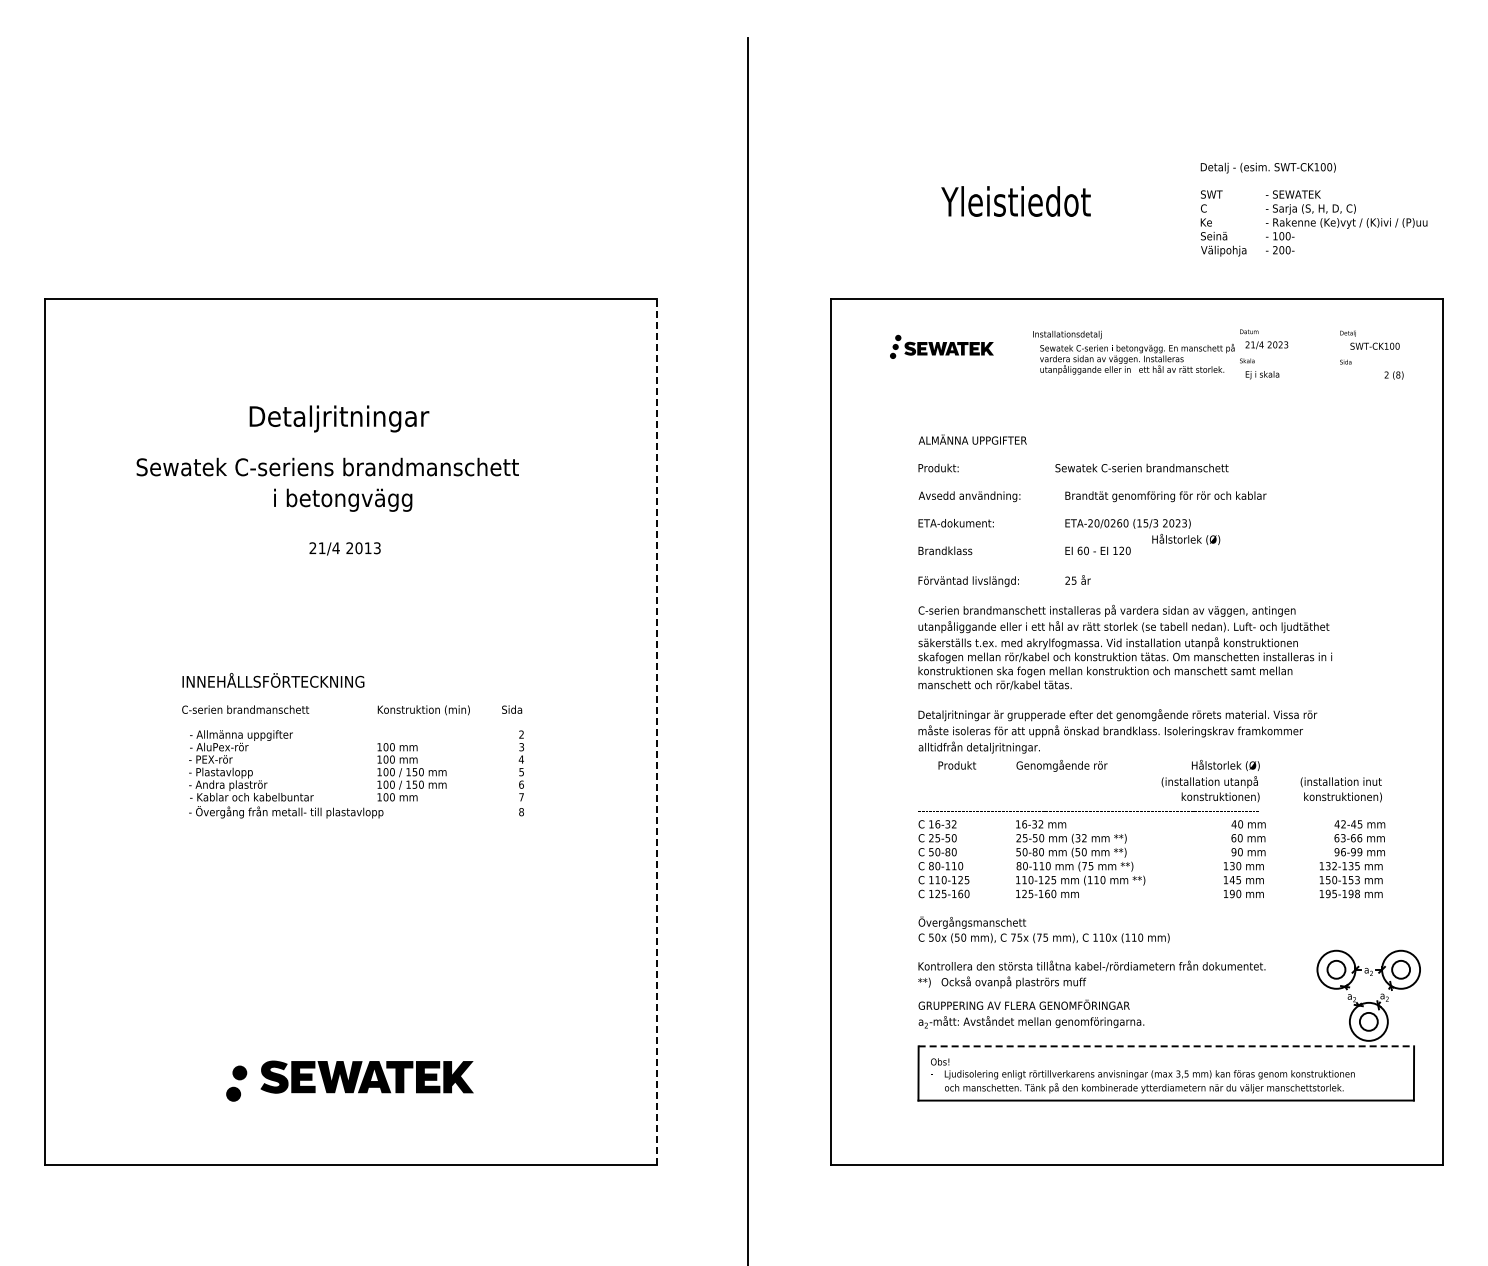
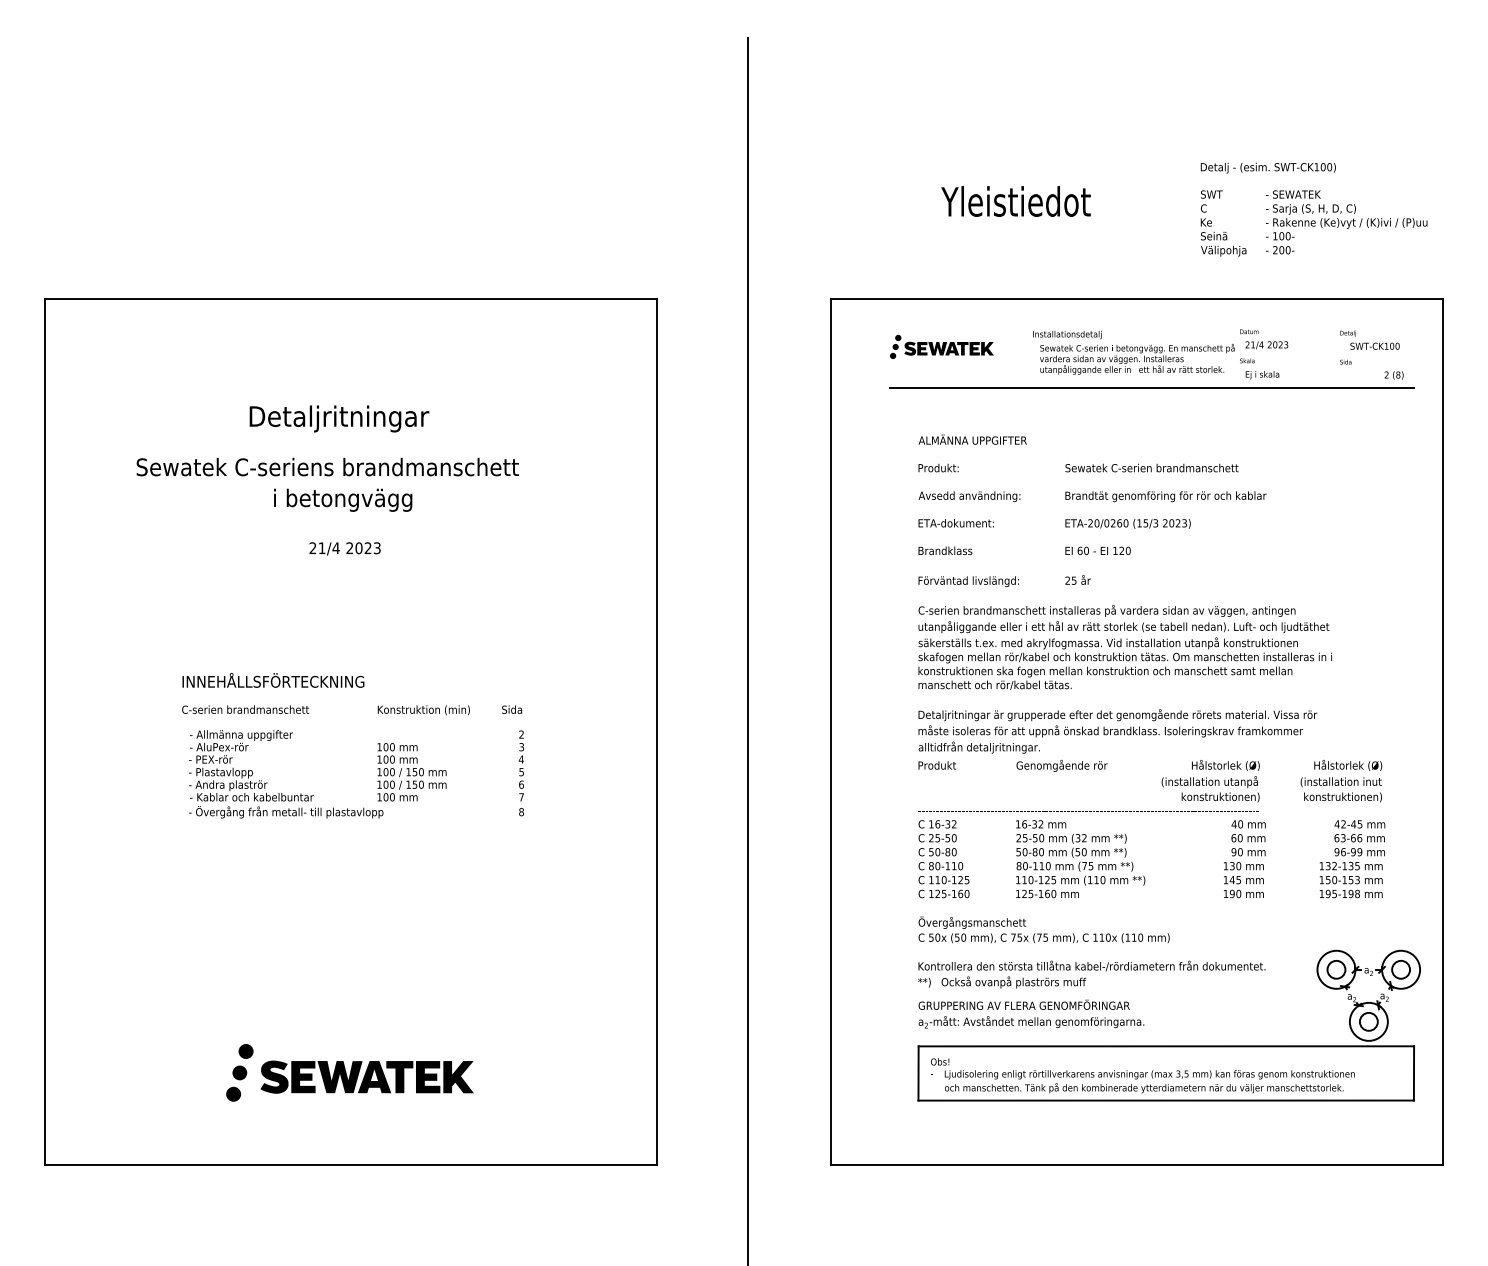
line at (1151, 387): none -> present
text at (1141, 467) position: (1141, 467) -> (1151, 467)
text at (1186, 539) position: (1186, 539) -> (1348, 765)
text at (367, 547): 2013 -> 2023
line at (656, 731): dashed -> solid
text at (957, 765) position: (957, 765) -> (937, 765)
line at (1166, 1046): dashed -> solid
fill at (245, 1051): none -> present
